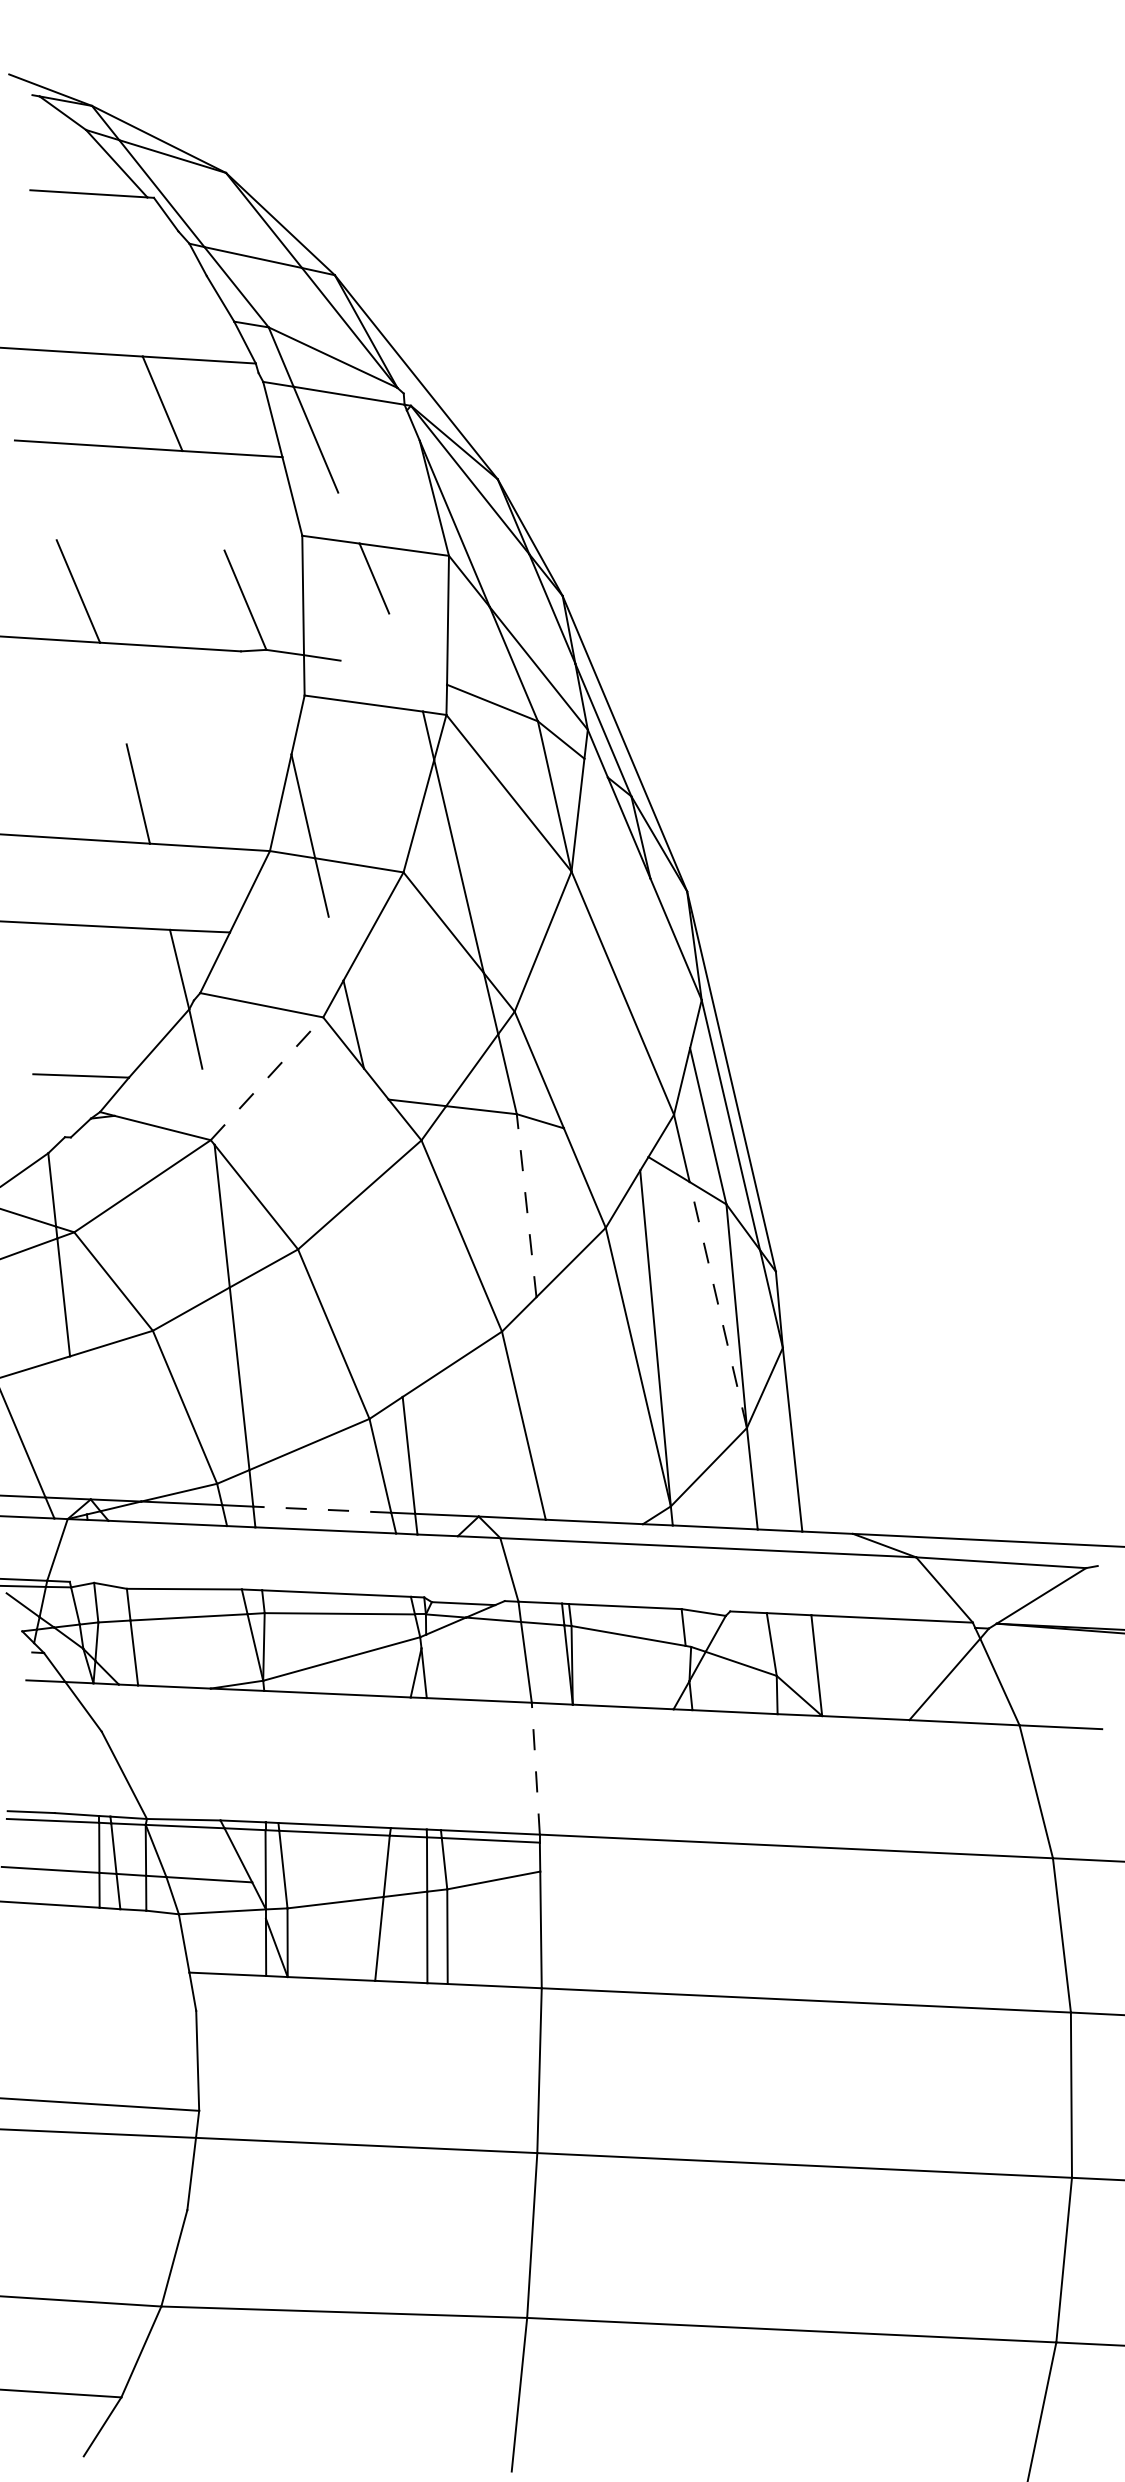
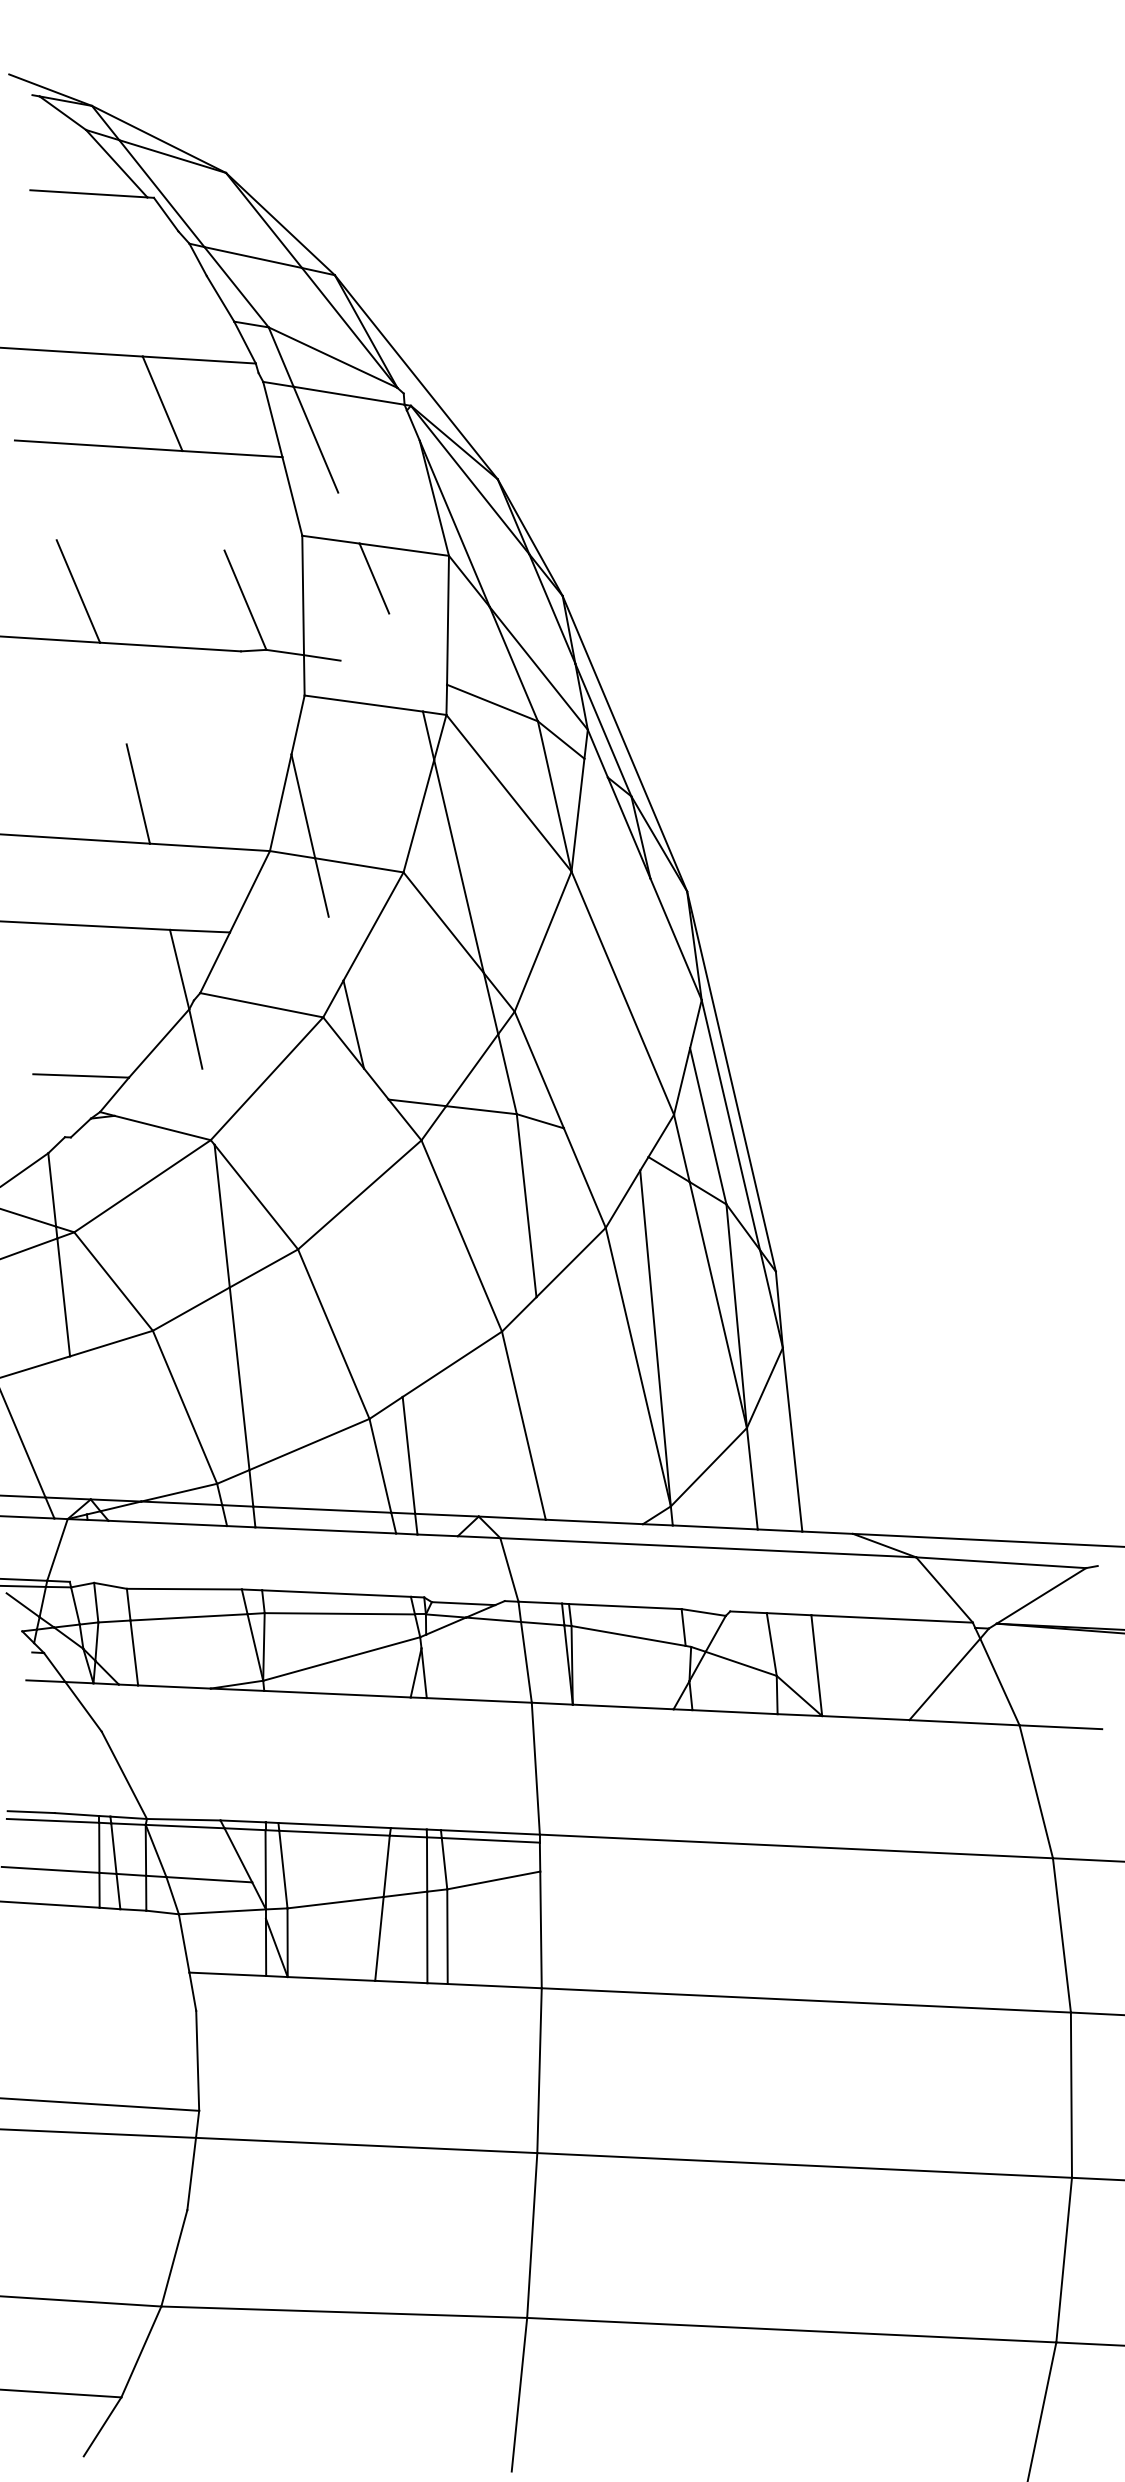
line at (267, 1078): dashed -> solid
line at (526, 1205): dashed -> solid
line at (718, 1304): dashed -> solid
line at (321, 1509): dashed -> solid
line at (535, 1768): dashed -> solid
